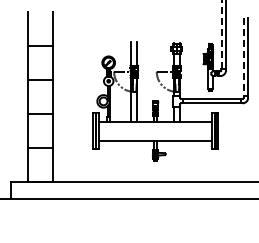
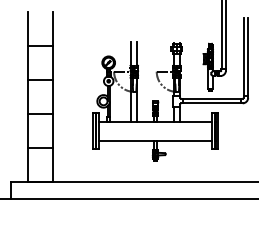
line at (221, 34): dashed -> solid
line at (243, 57): dashed -> solid
